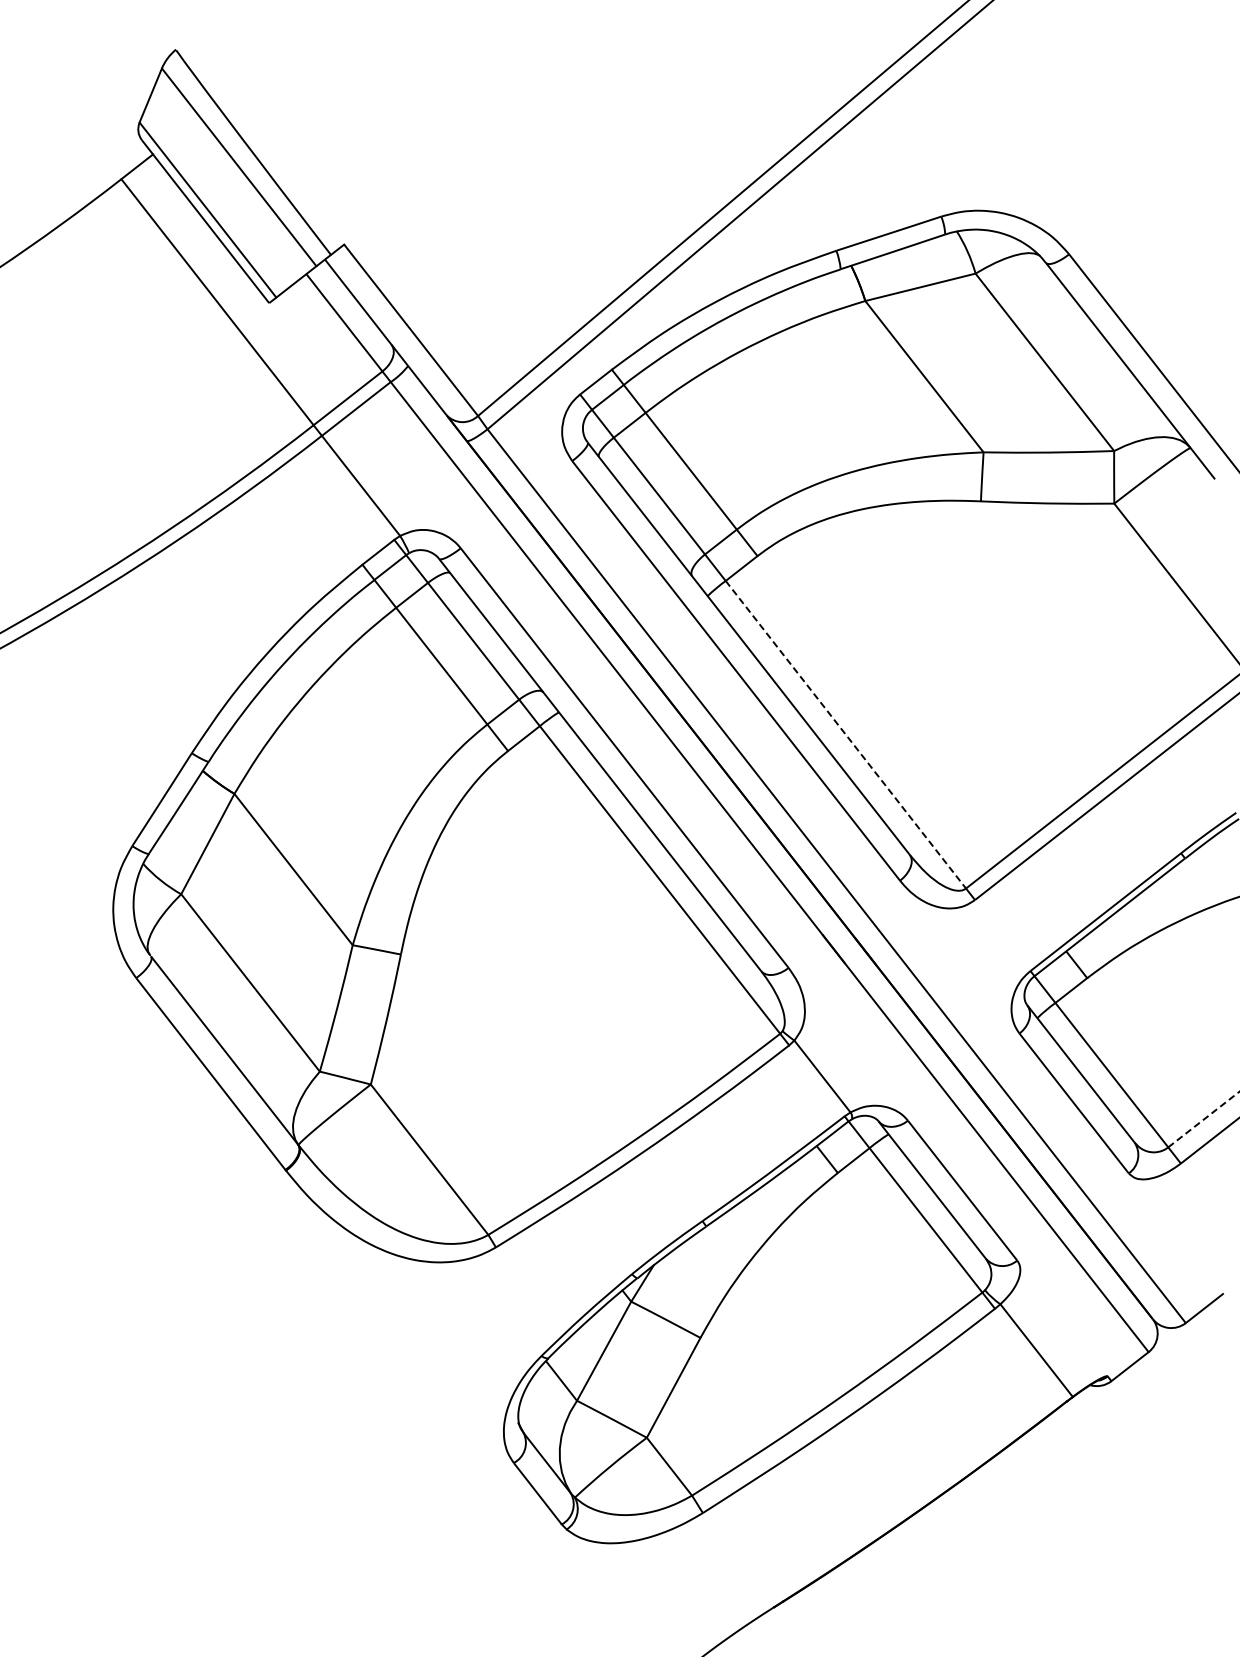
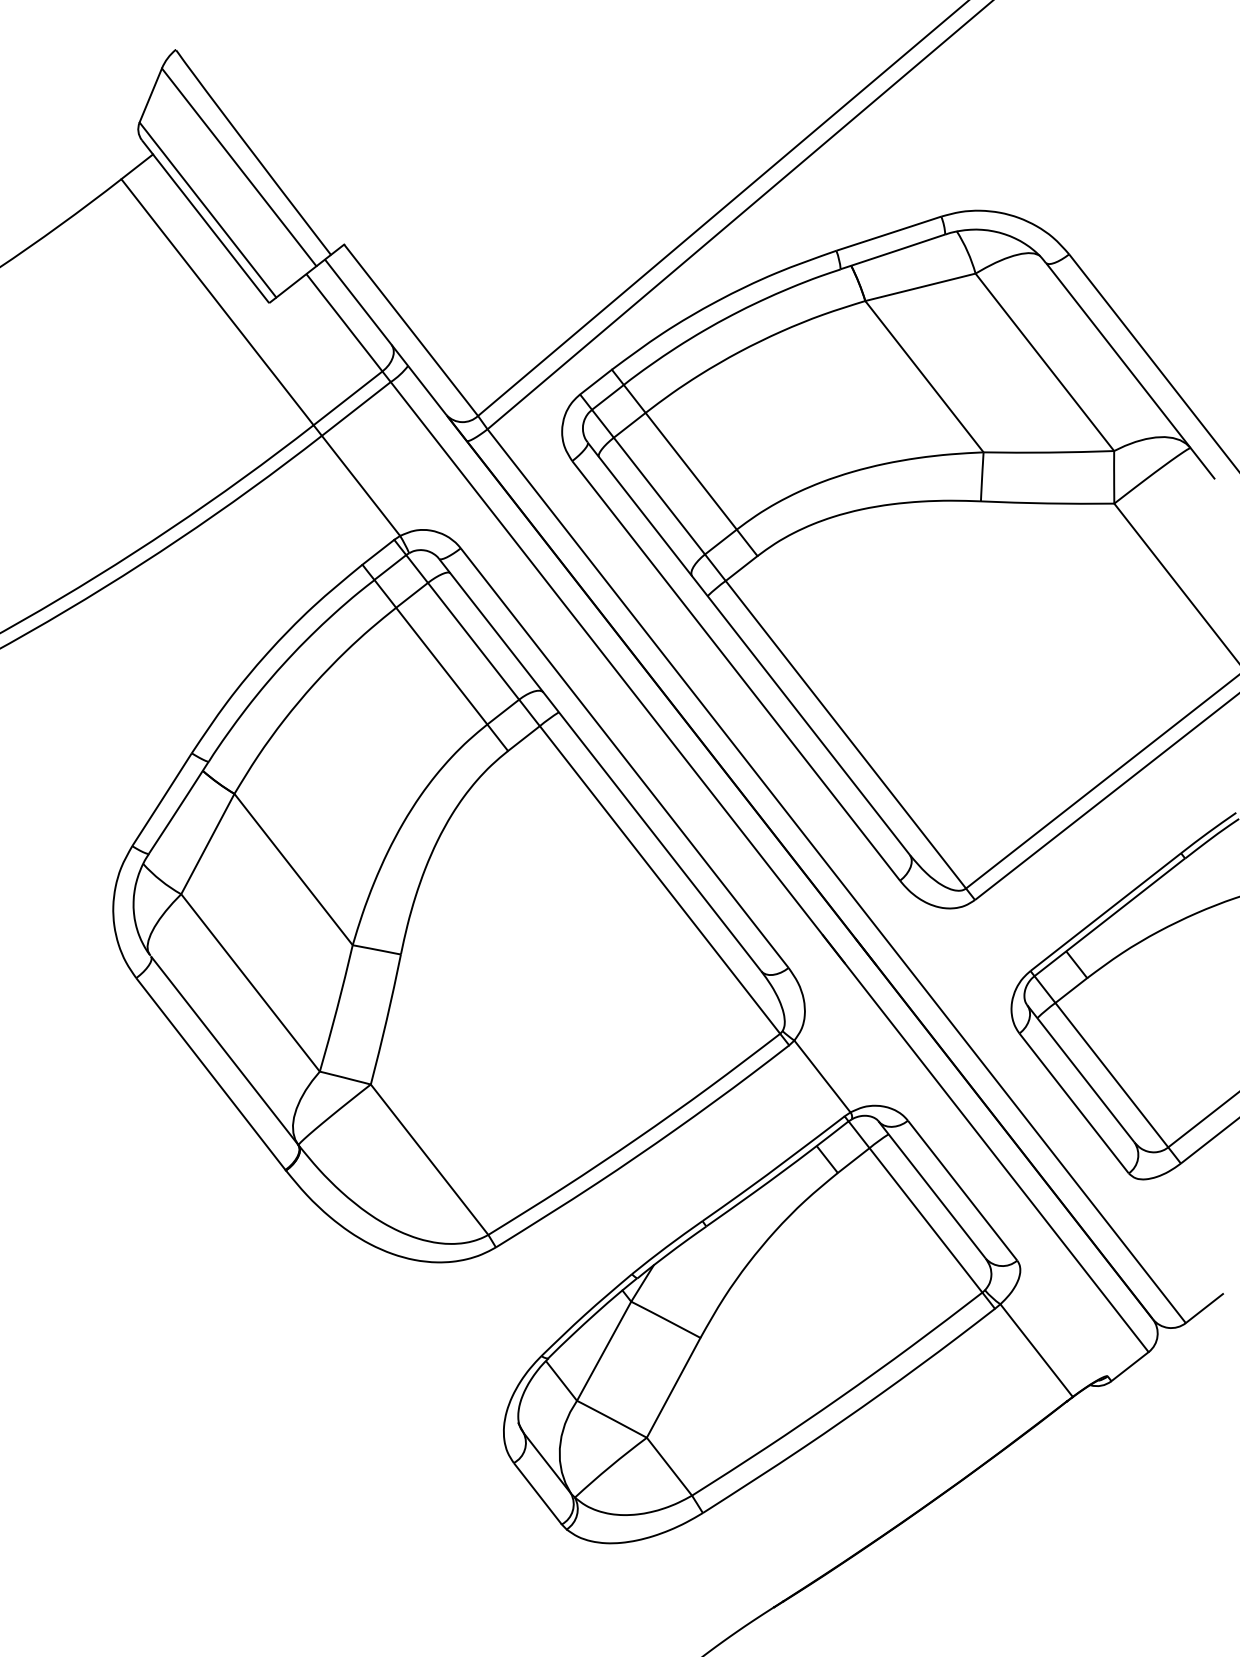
line at (846, 735): dashed -> solid
line at (1204, 1119): dashed -> solid
